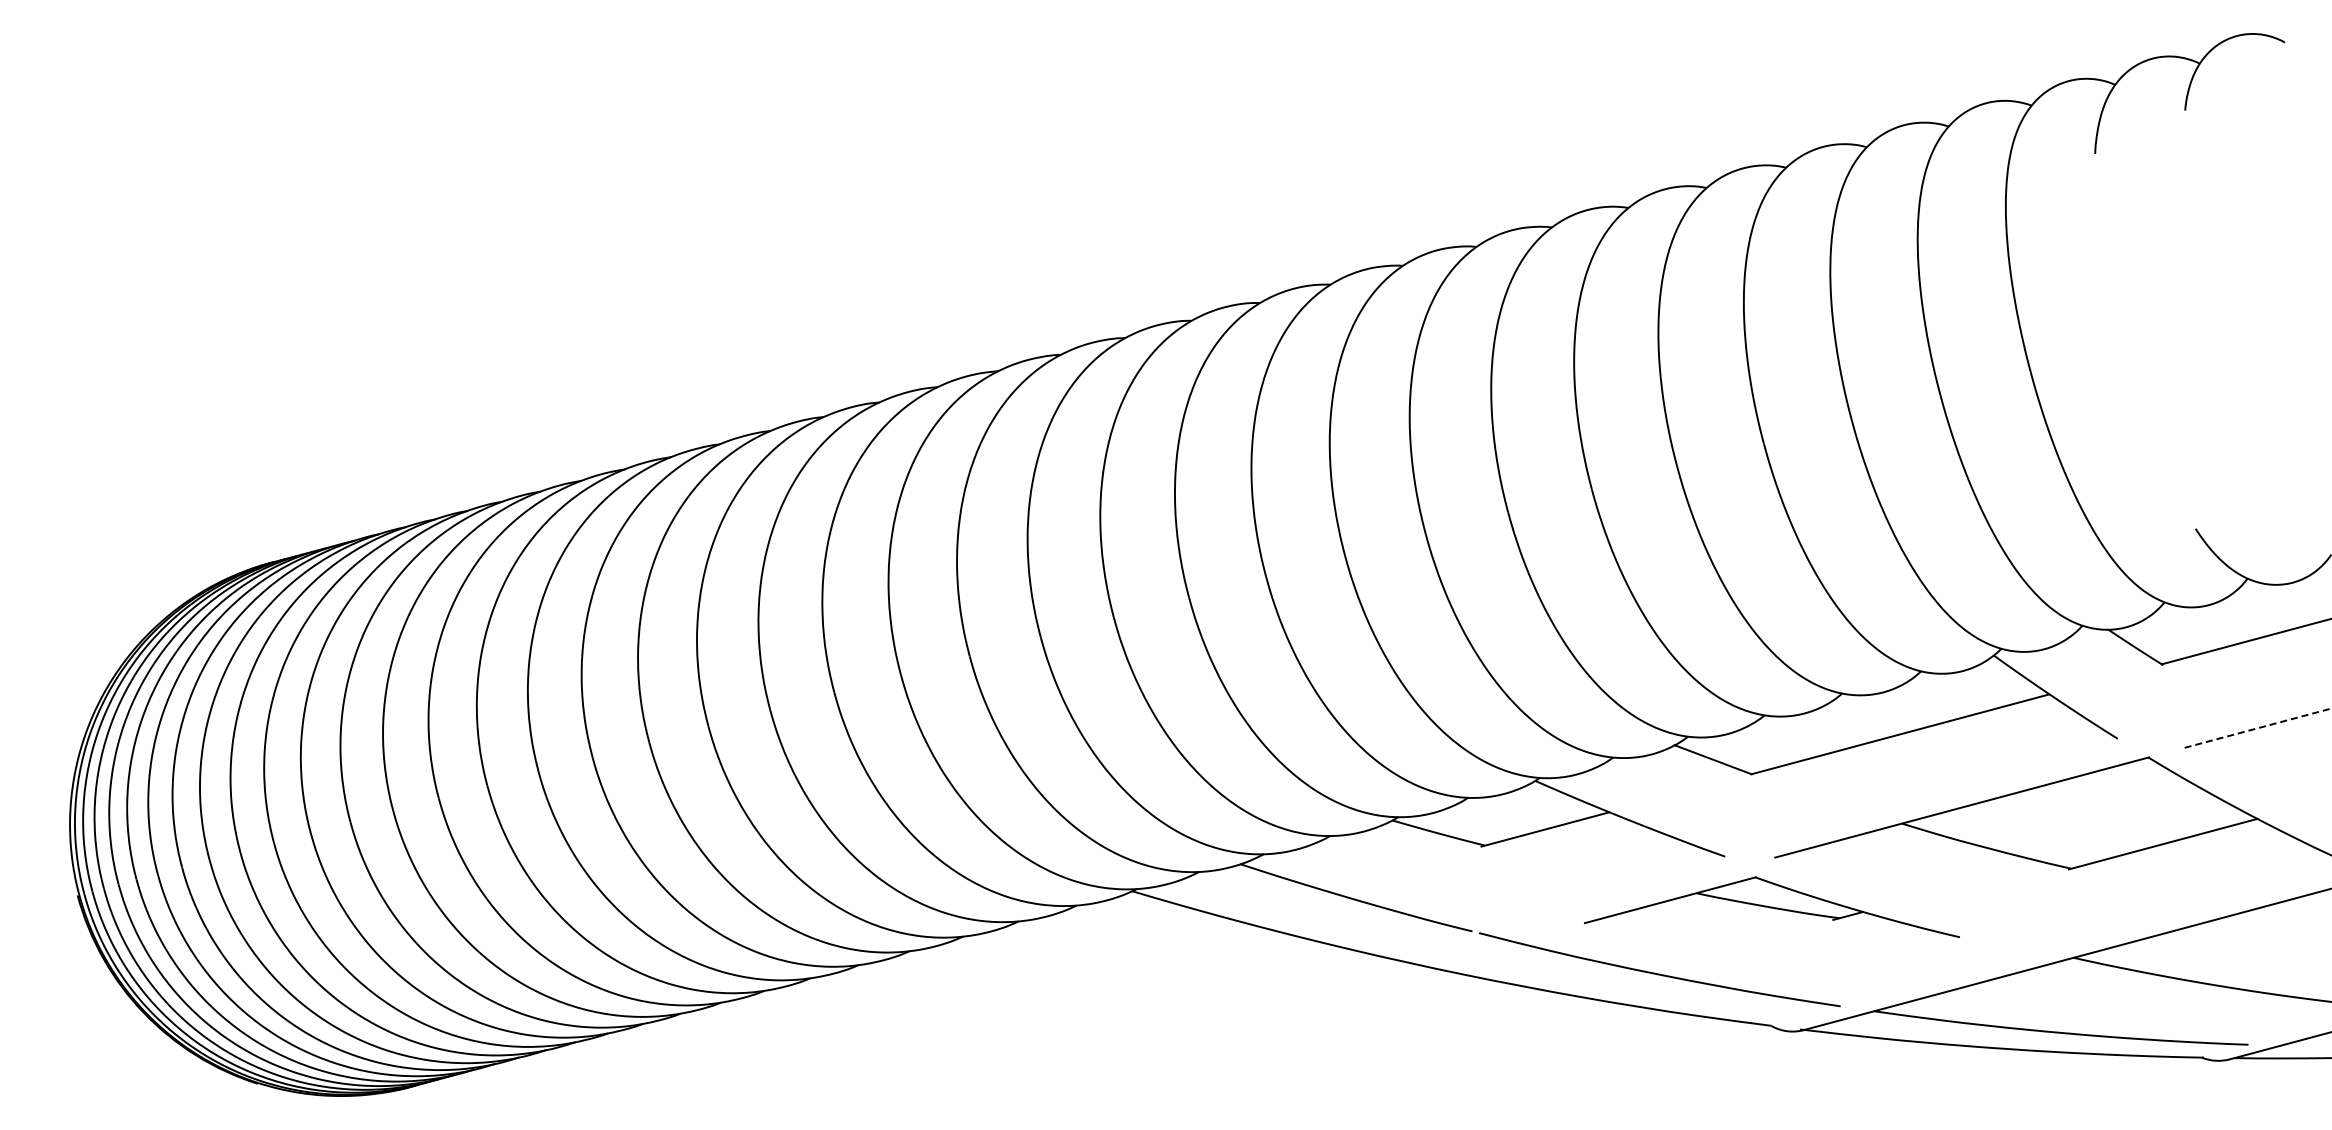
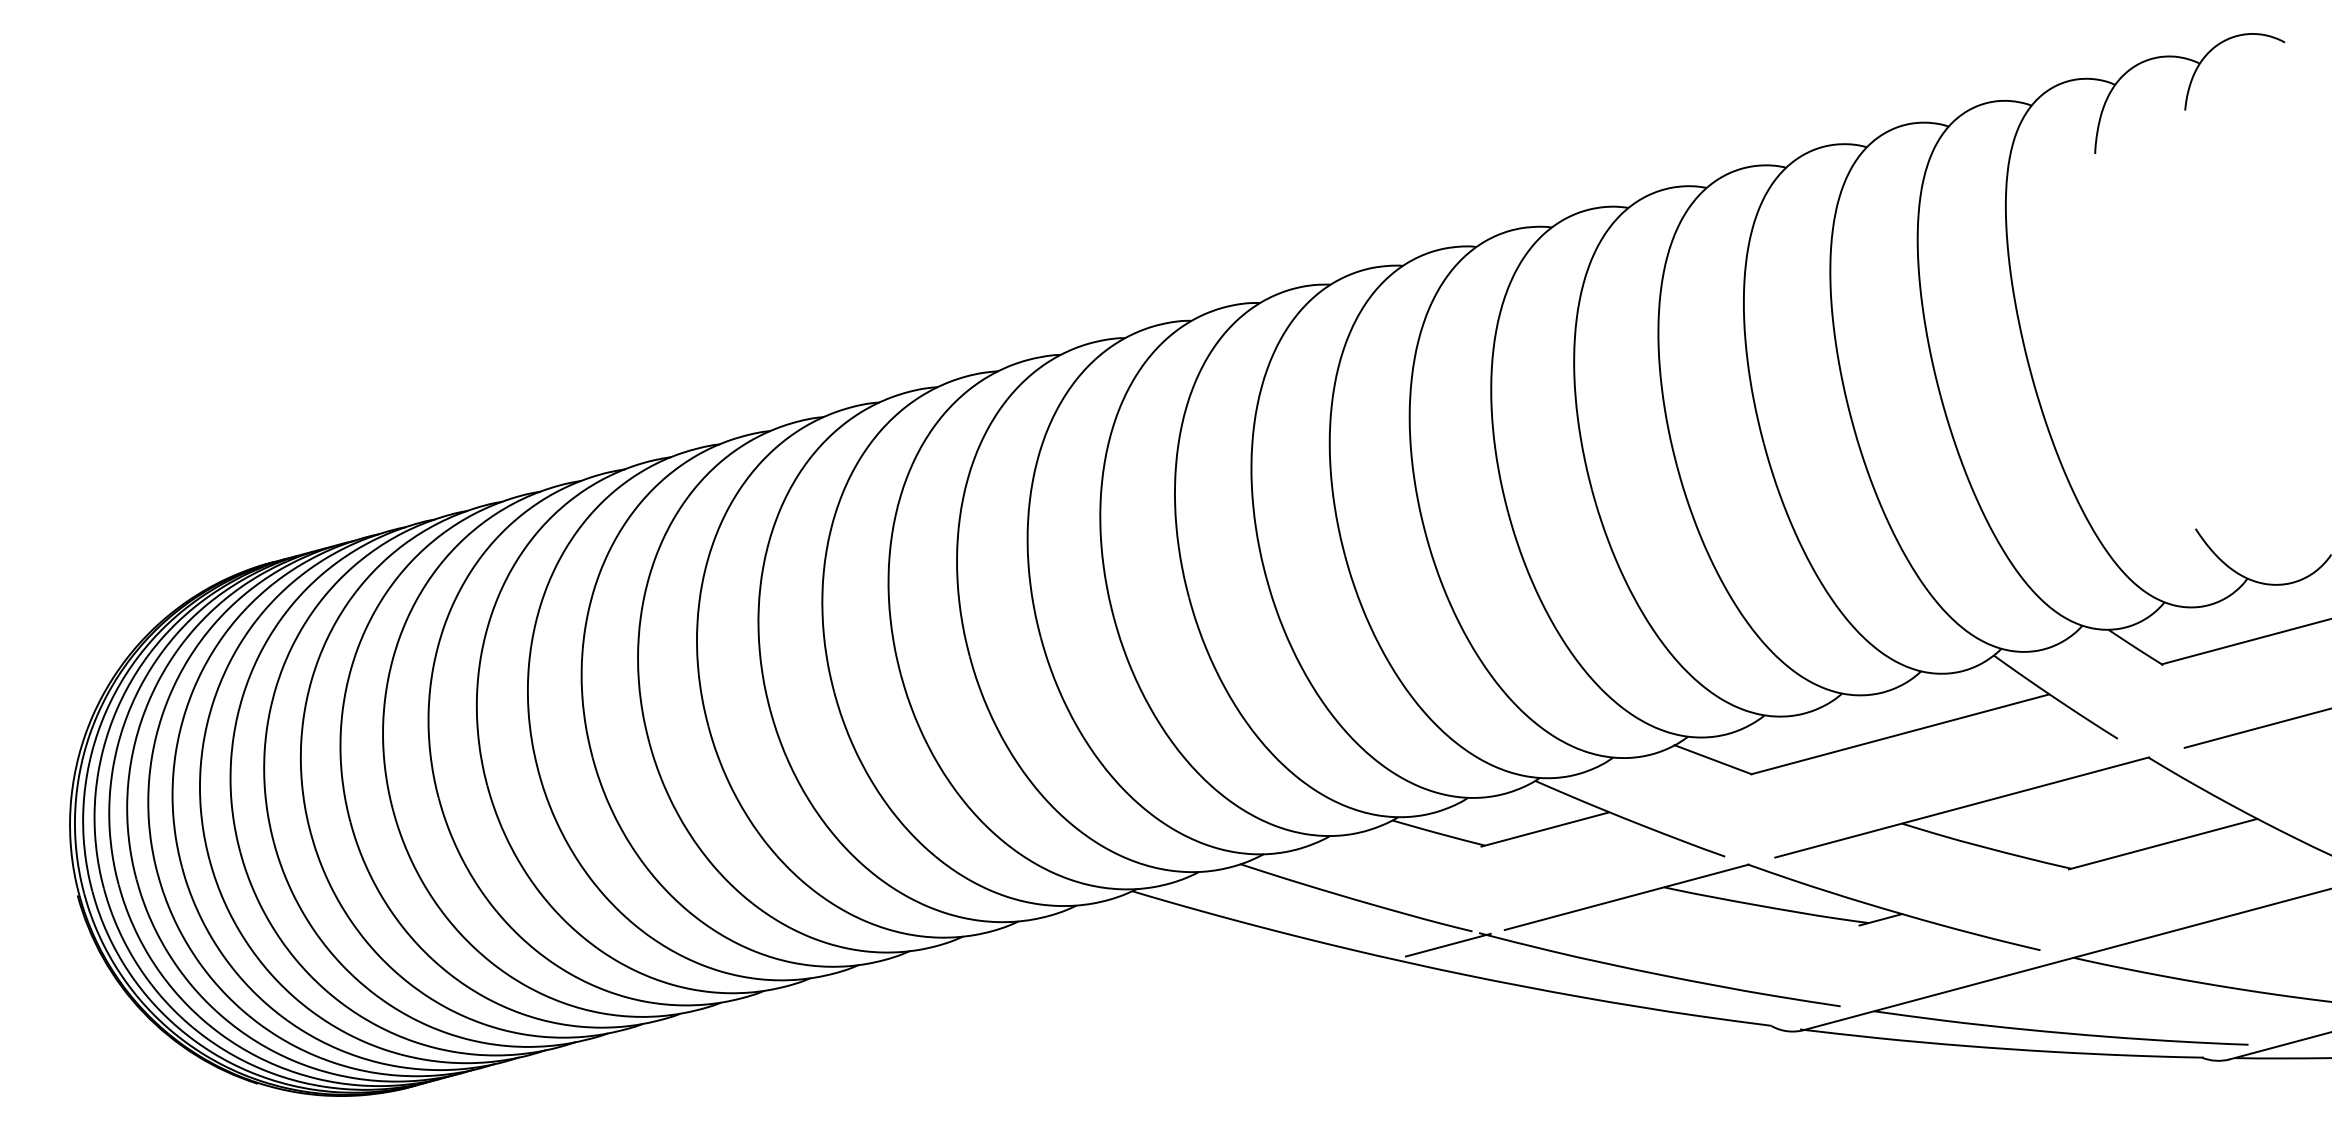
line at (2258, 728): dashed -> solid
part at (1771, 906) size: 376x62 px -> 538x88 px
line at (1447, 944): none -> present
